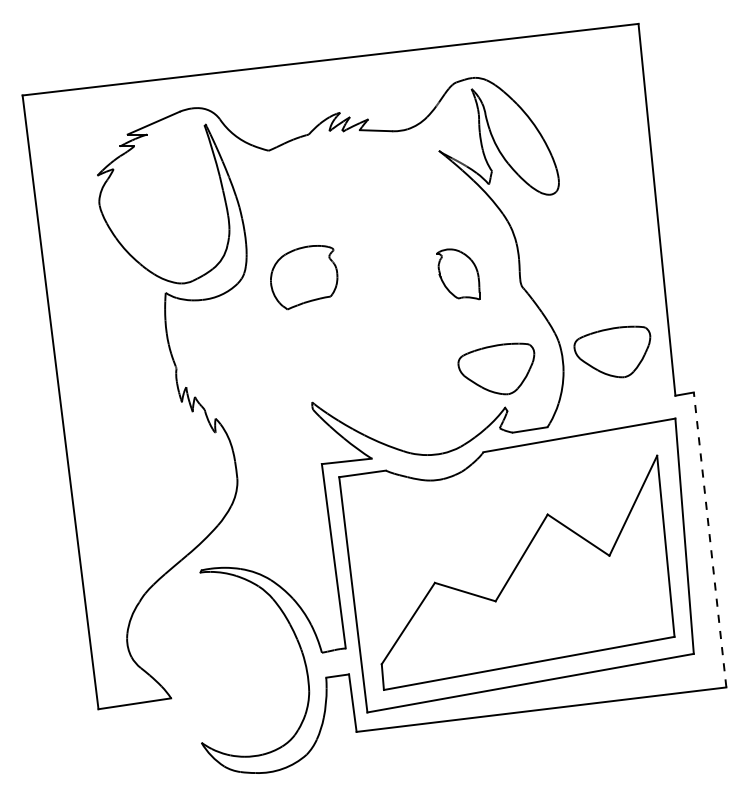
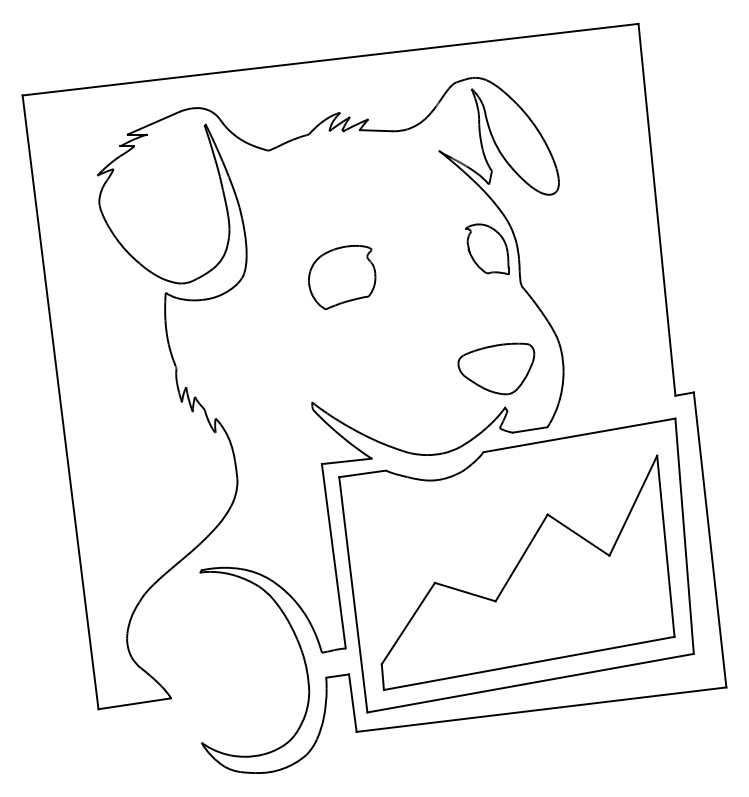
part at (458, 274) position: (458, 274) -> (487, 249)
part at (304, 277) position: (304, 277) -> (342, 277)
part at (612, 351): present -> none
line at (710, 539): dashed -> solid
